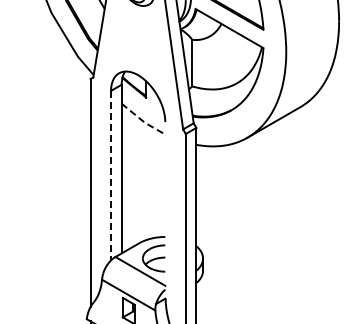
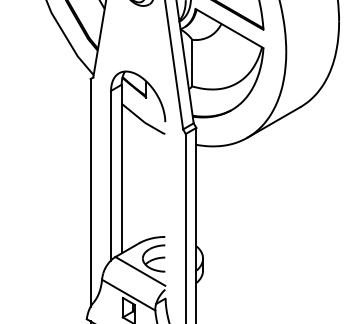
line at (143, 121): dashed -> solid
line at (111, 175): dashed -> solid
